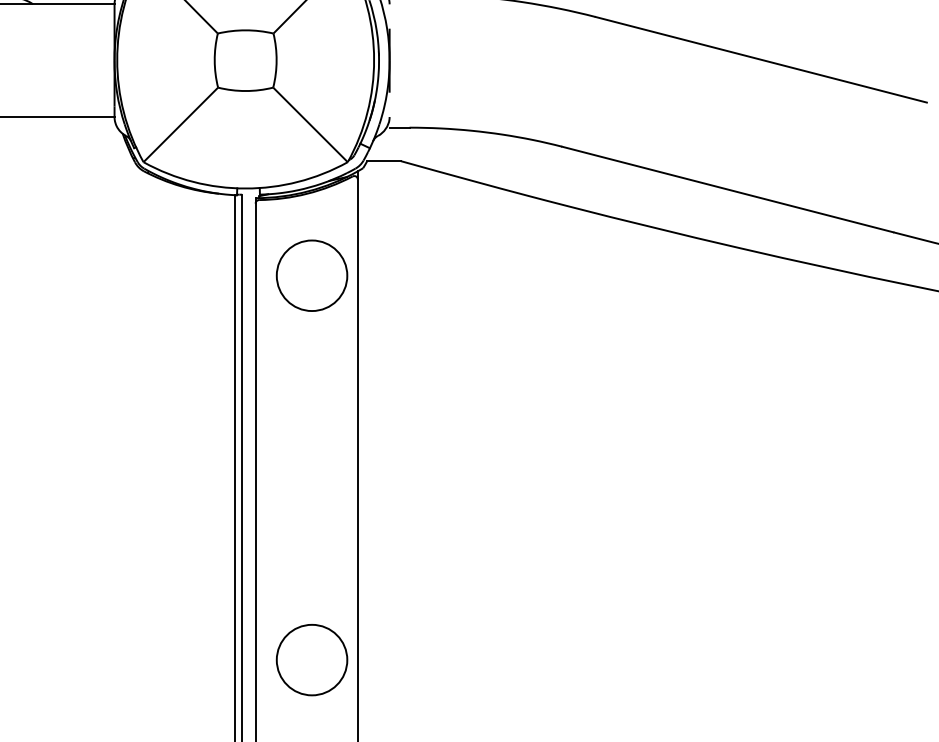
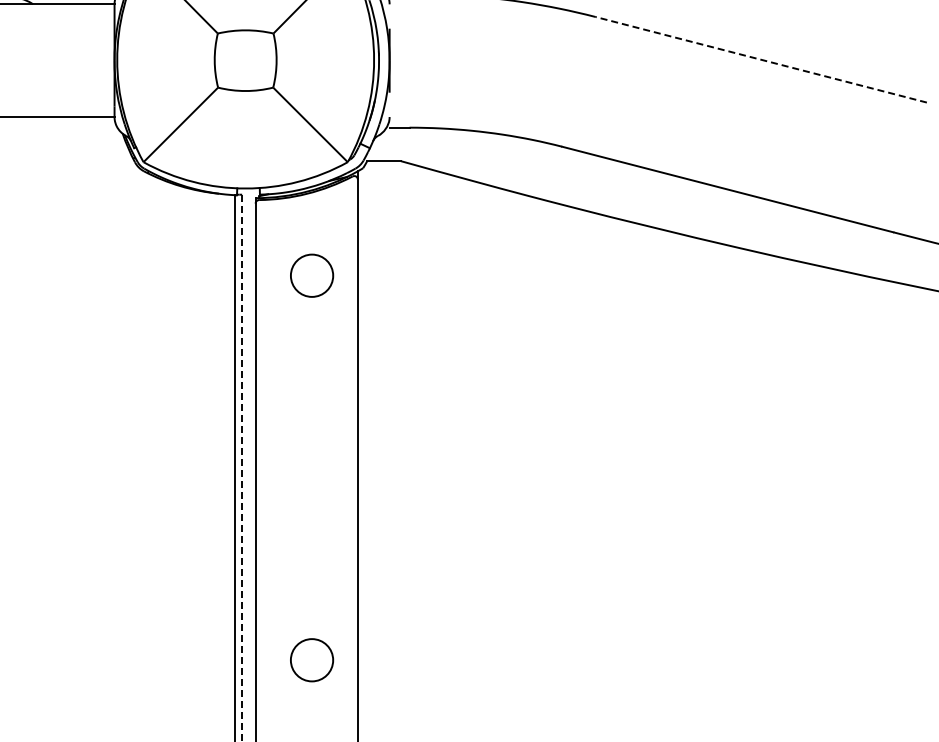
line at (760, 59): solid -> dashed
circle at (311, 275) diameter: 71 px -> 42 px
line at (242, 468): solid -> dashed
circle at (311, 660) size: 74x73 px -> 45x45 px
